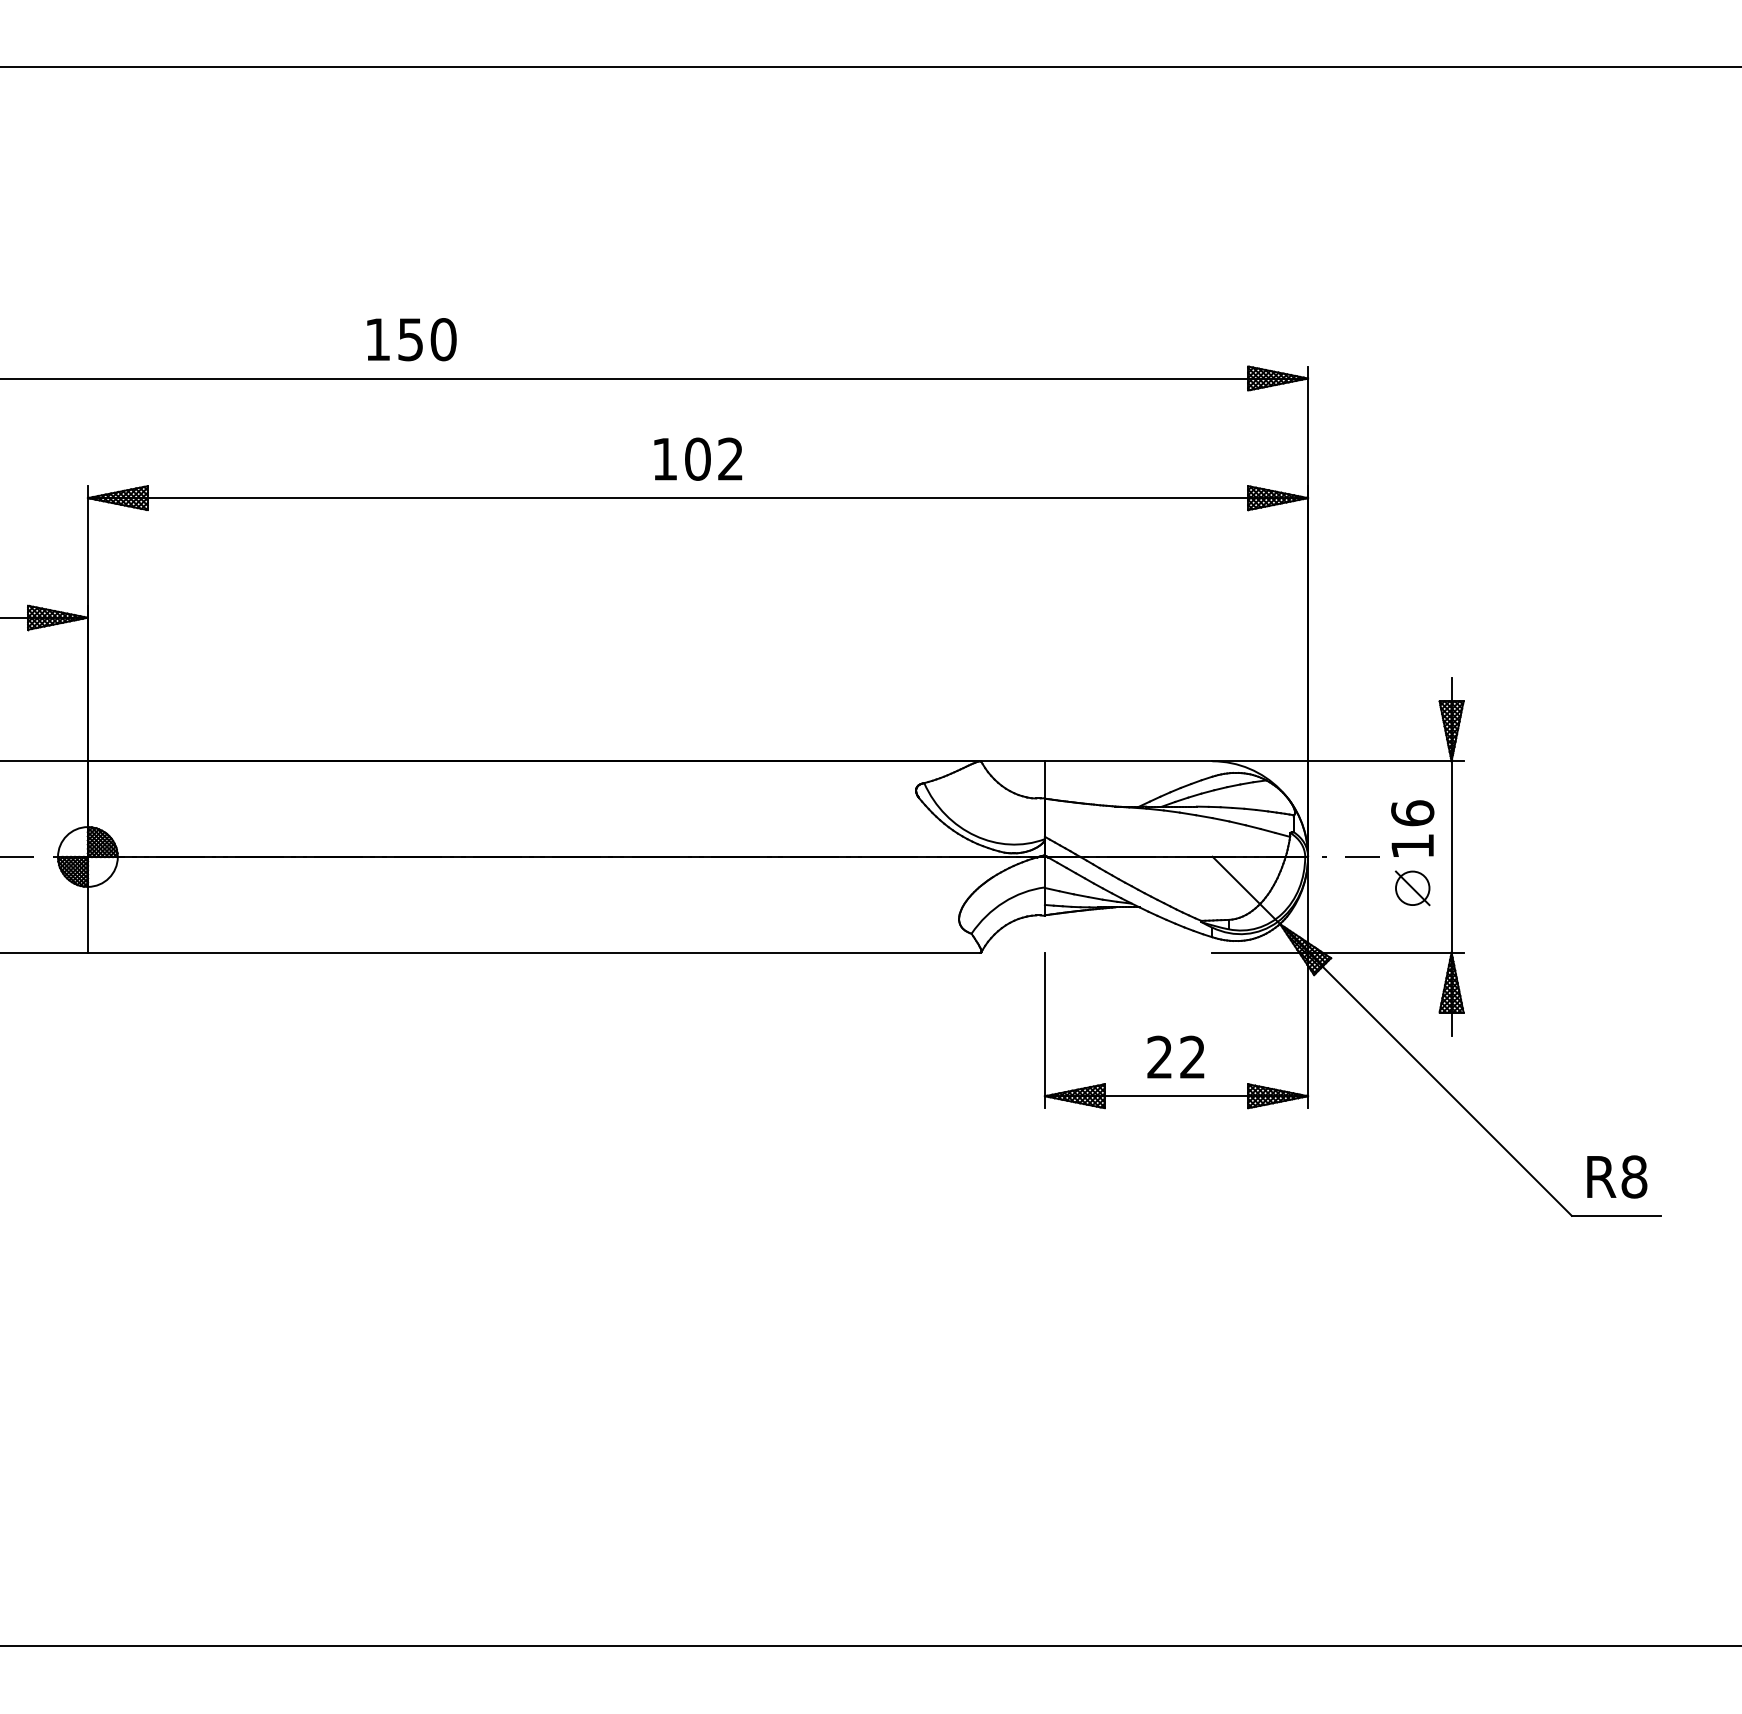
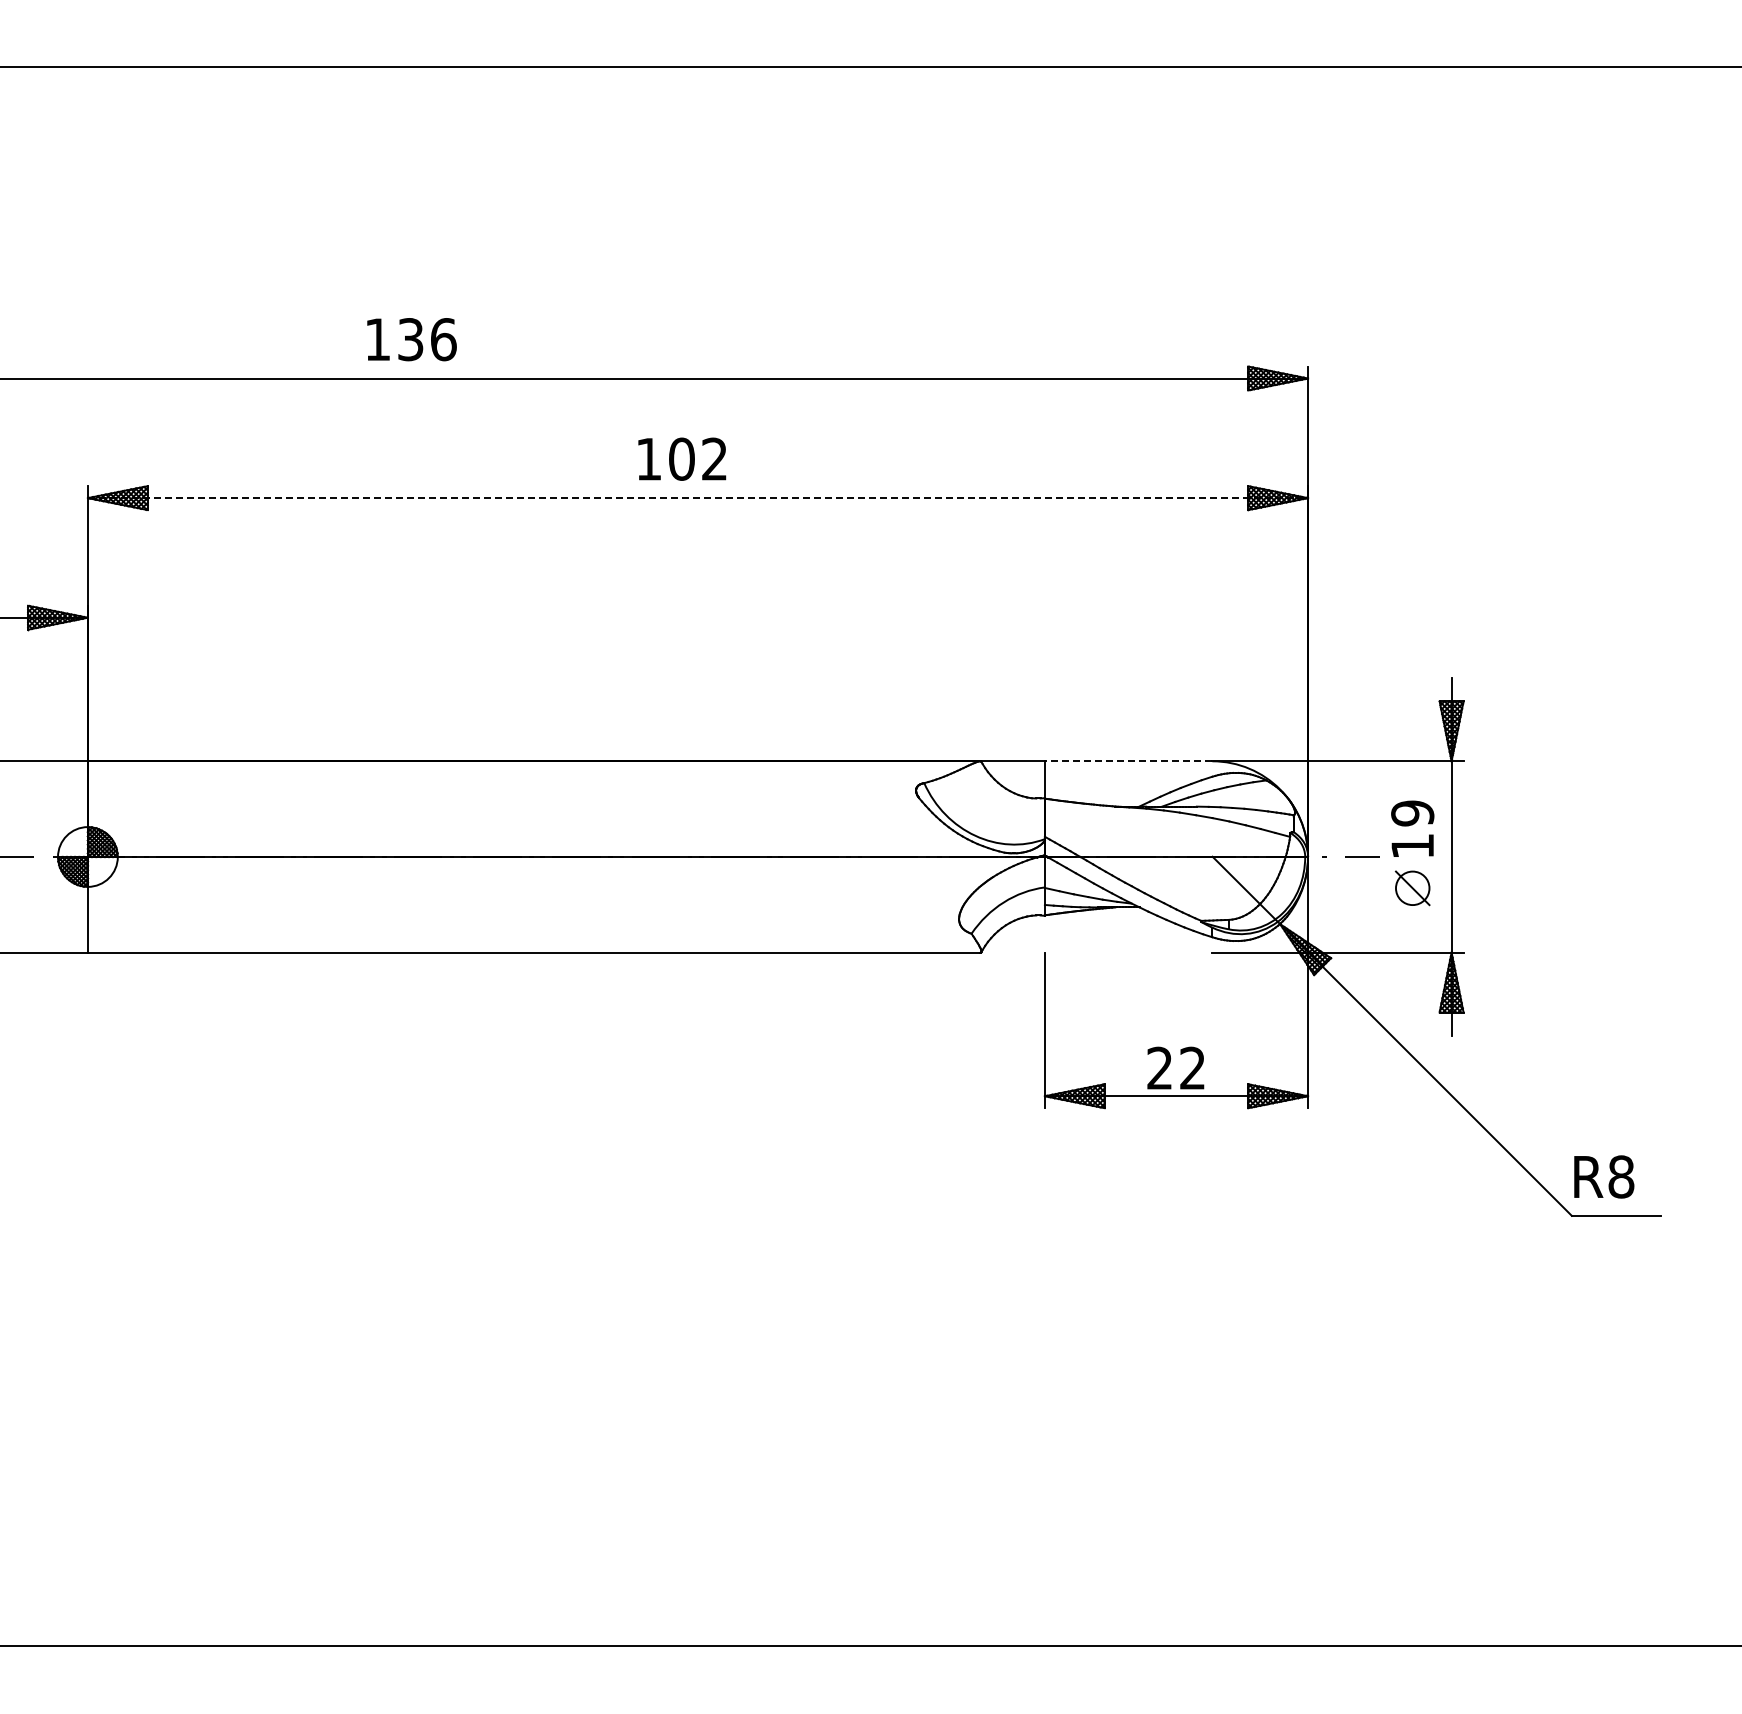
text at (427, 339): 150 -> 136
text at (698, 458) position: (698, 458) -> (682, 458)
line at (698, 498): solid -> dashed
line at (1128, 761): solid -> dashed
text at (1412, 813): 16 -> 19
text at (1175, 1056) position: (1175, 1056) -> (1175, 1067)
text at (1617, 1176) position: (1617, 1176) -> (1604, 1176)
